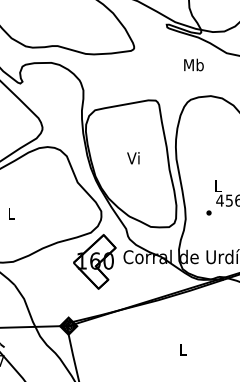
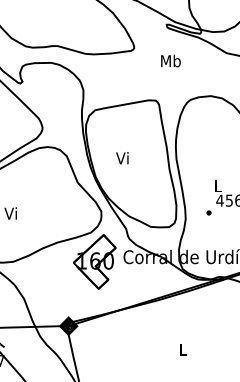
text at (193, 64) position: (193, 64) -> (170, 60)
text at (133, 158) position: (133, 158) -> (122, 158)
text at (10, 213): L -> Vi
